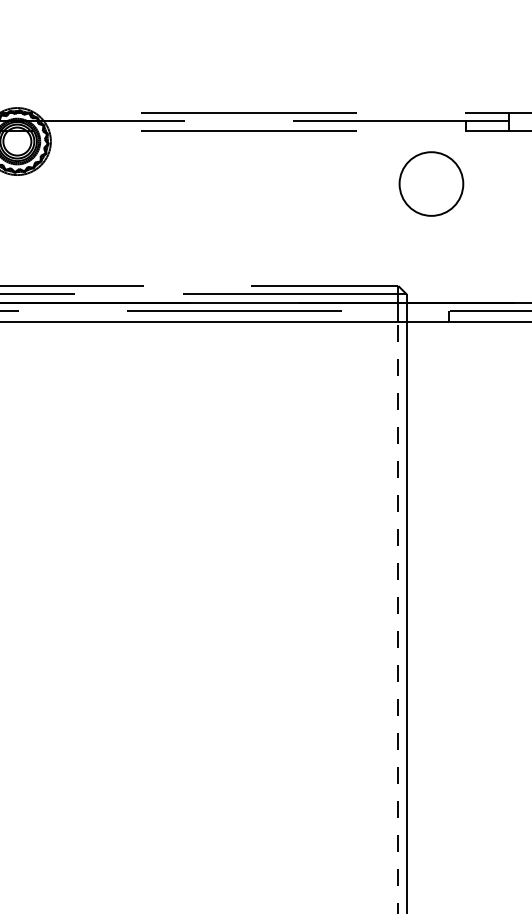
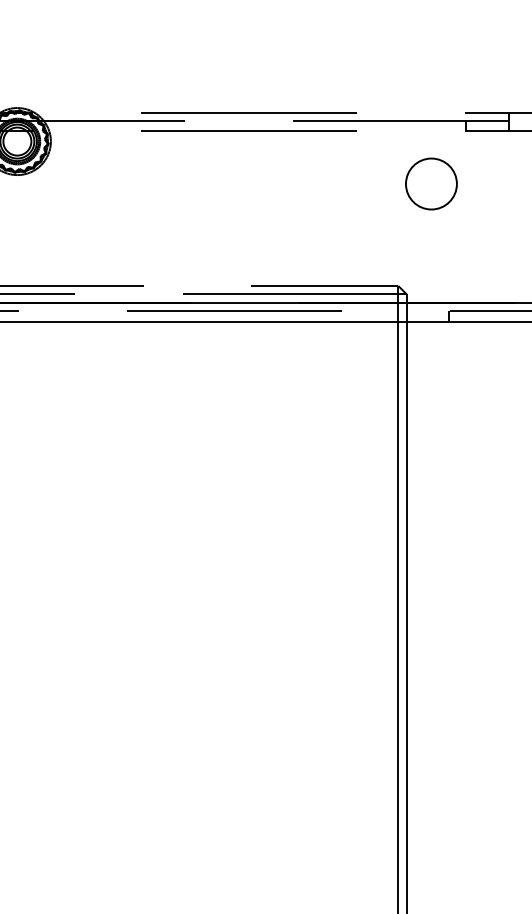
circle at (431, 183) size: 67x66 px -> 53x54 px
line at (398, 617): dashed -> solid
